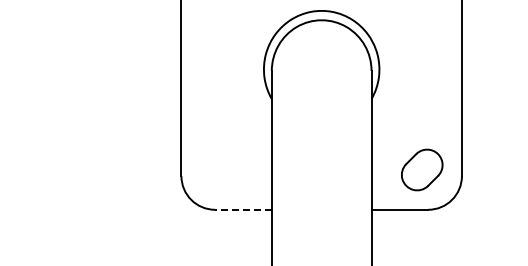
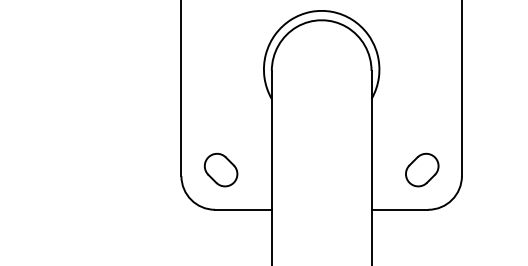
part at (422, 169) size: 43x44 px -> 35x35 px
part at (221, 170): none -> present
line at (242, 209): dashed -> solid
